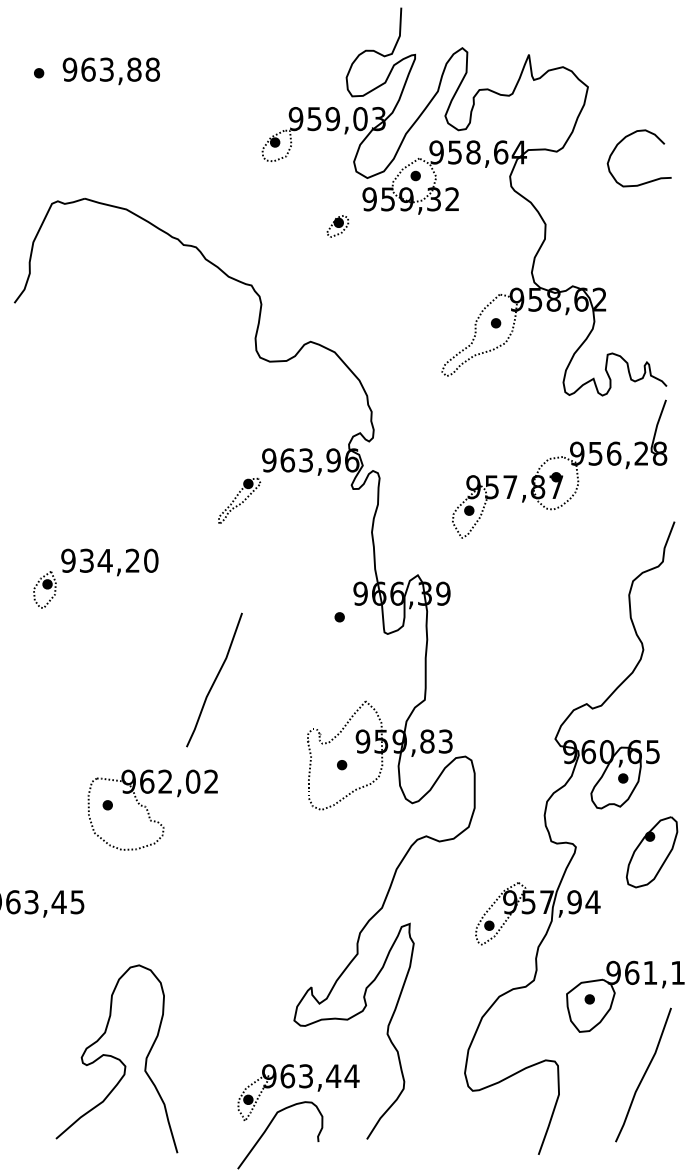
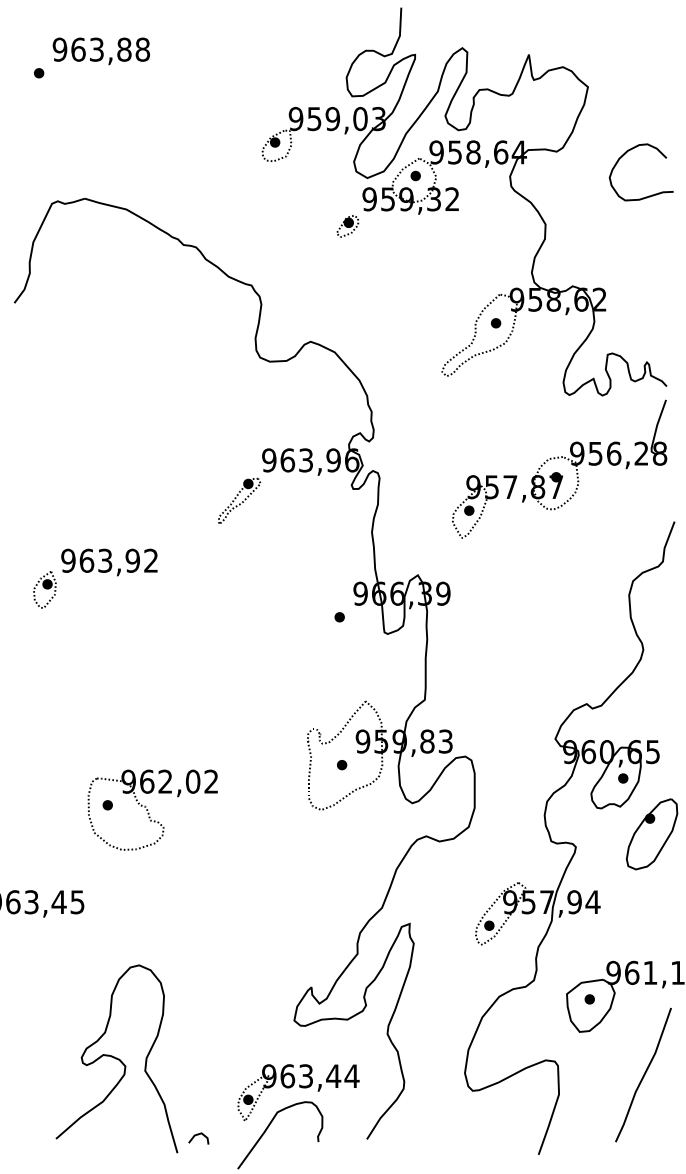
text at (110, 71) position: (110, 71) -> (100, 51)
curve at (622, 141) position: (622, 141) -> (624, 155)
part at (337, 226) position: (337, 226) -> (347, 226)
text at (118, 560): 934,20 -> 963,92
line at (214, 679): present -> none
part at (651, 852) position: (651, 852) -> (651, 834)
line at (198, 1135): none -> present
